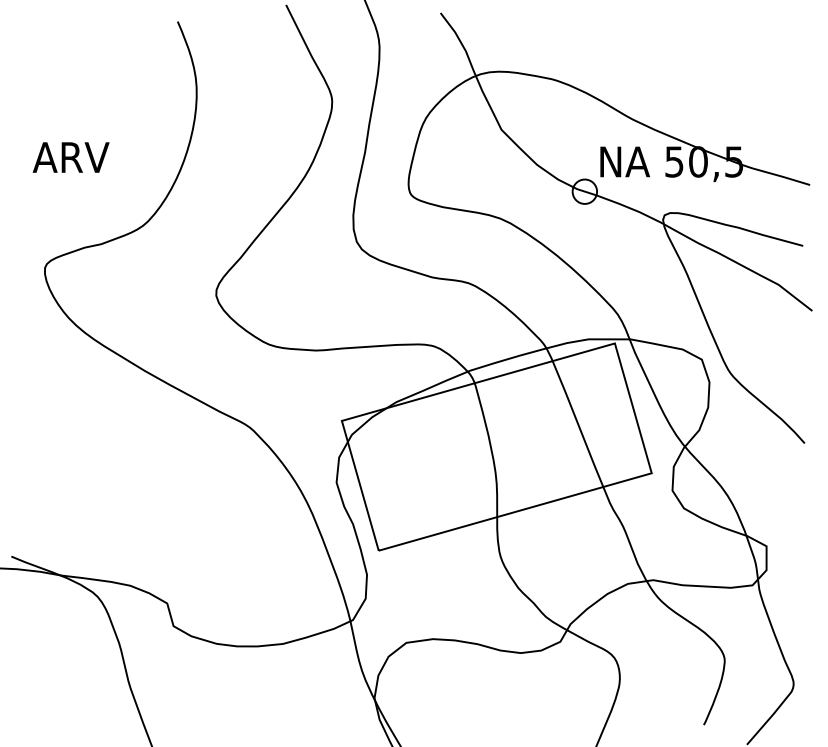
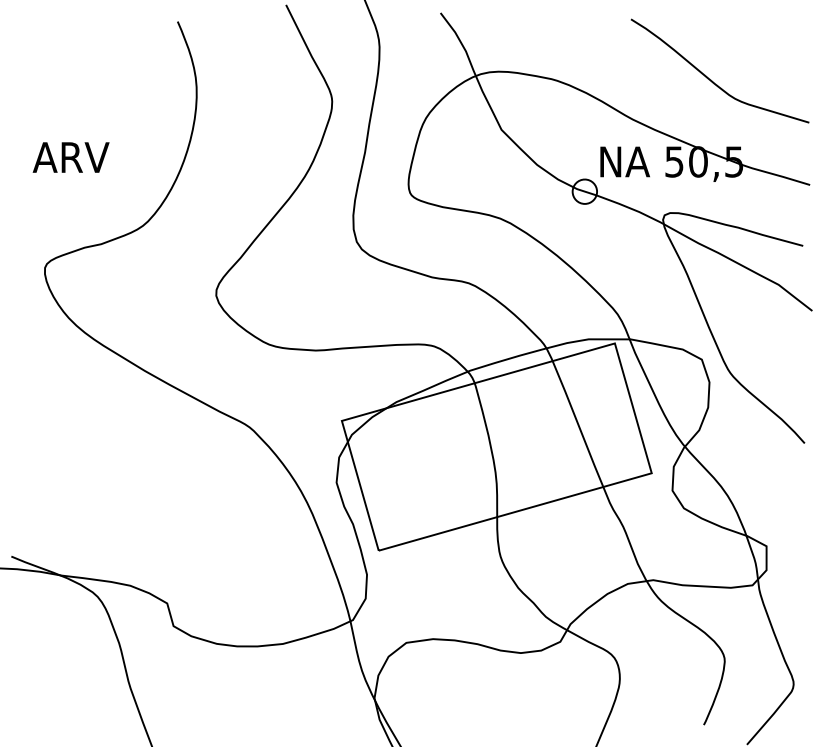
curve at (711, 79): none -> present
